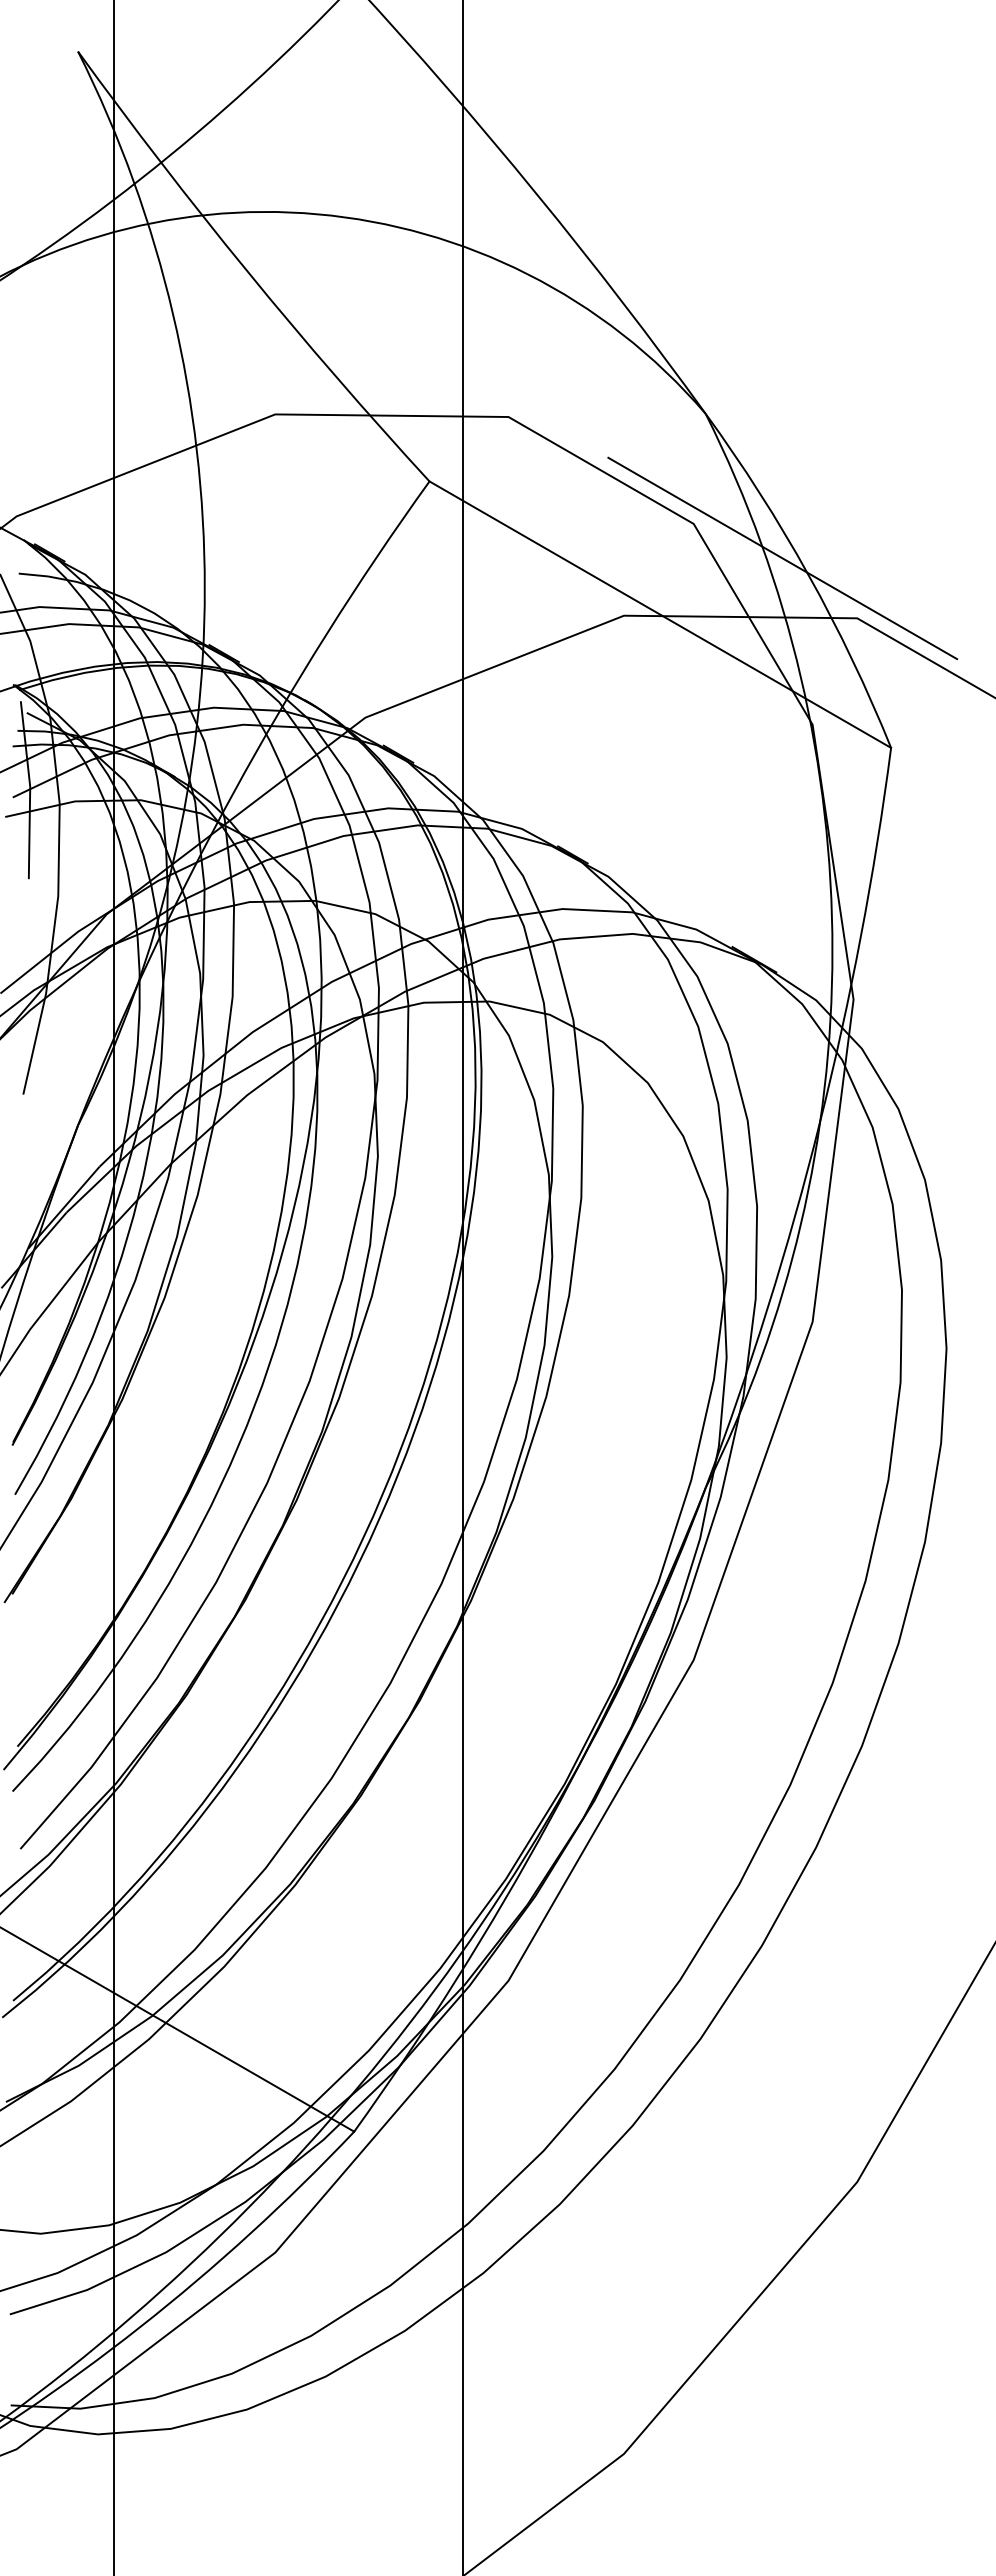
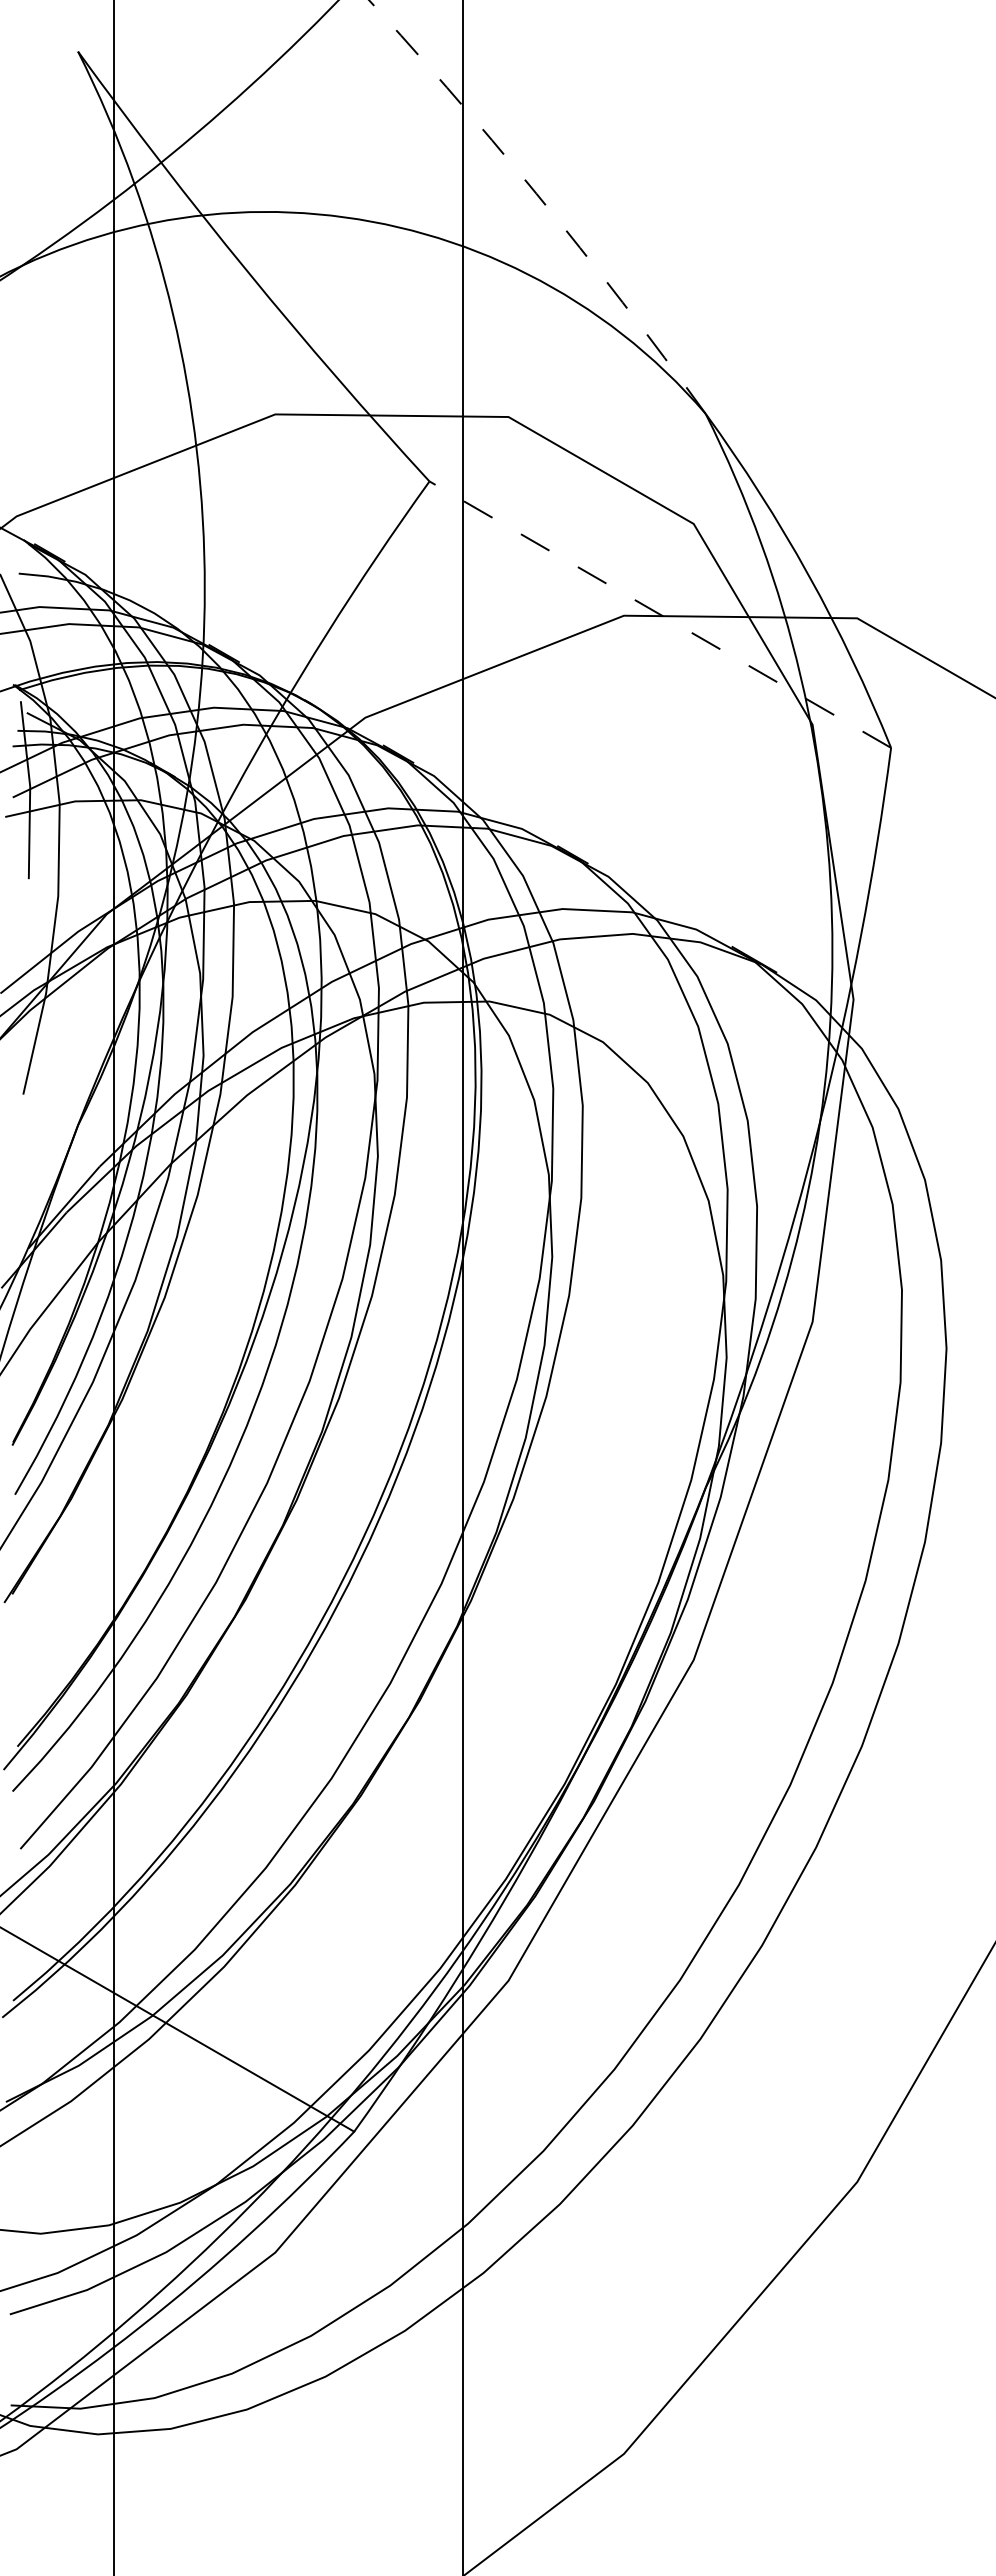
arc at (542, 201): solid -> dashed
line at (782, 558): present -> none
line at (659, 614): solid -> dashed
